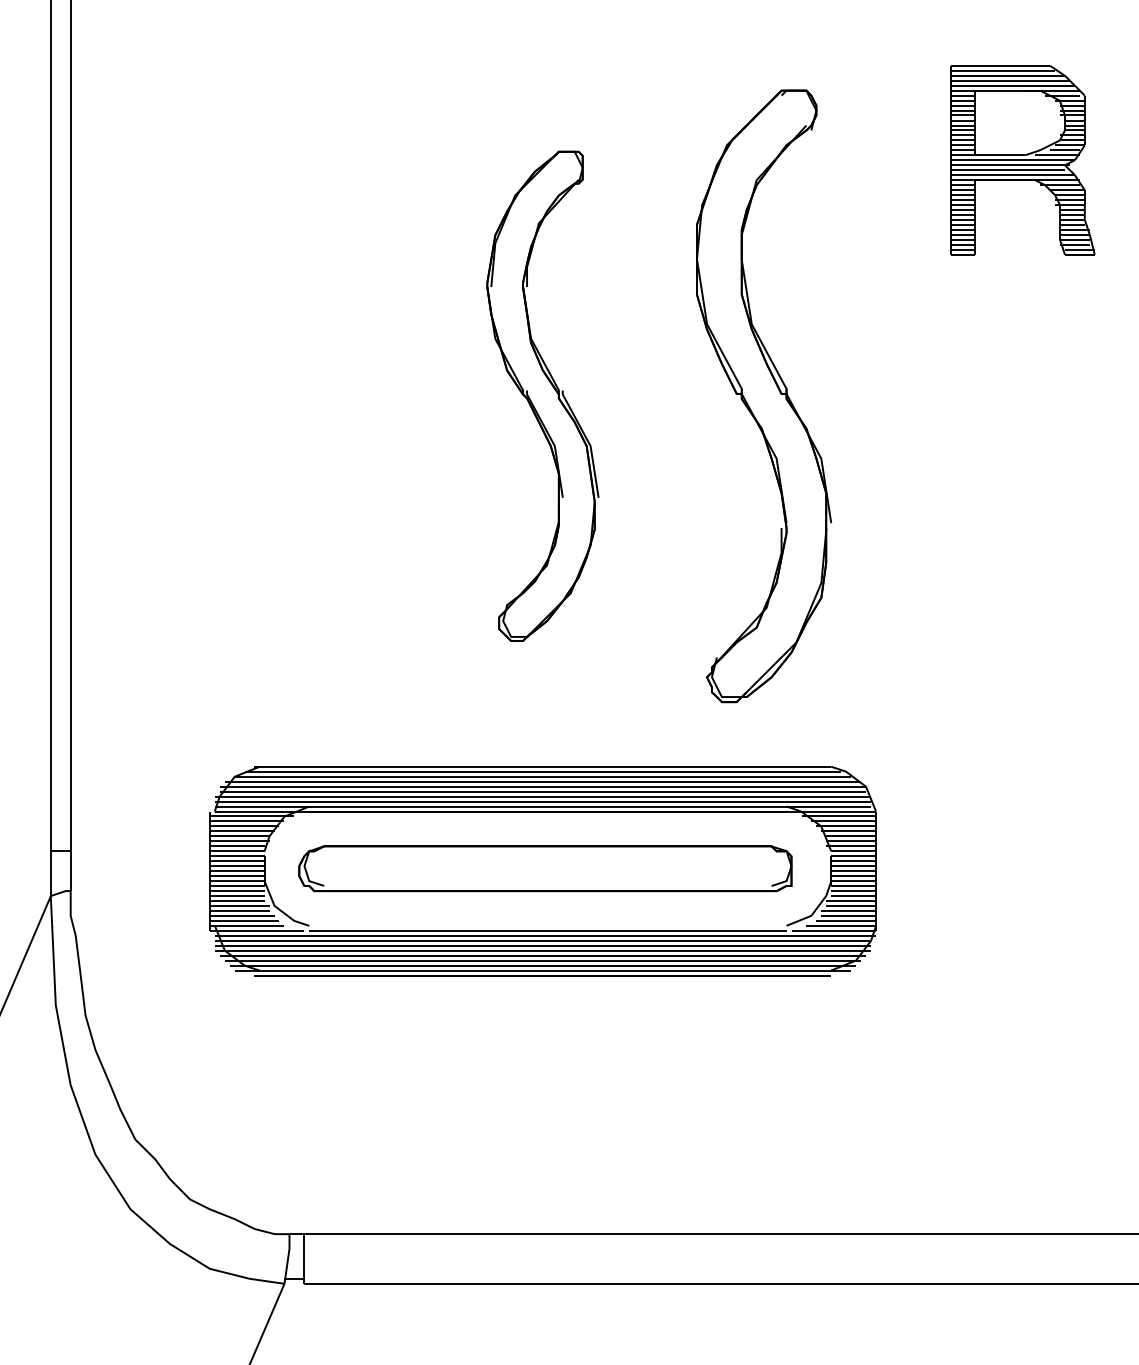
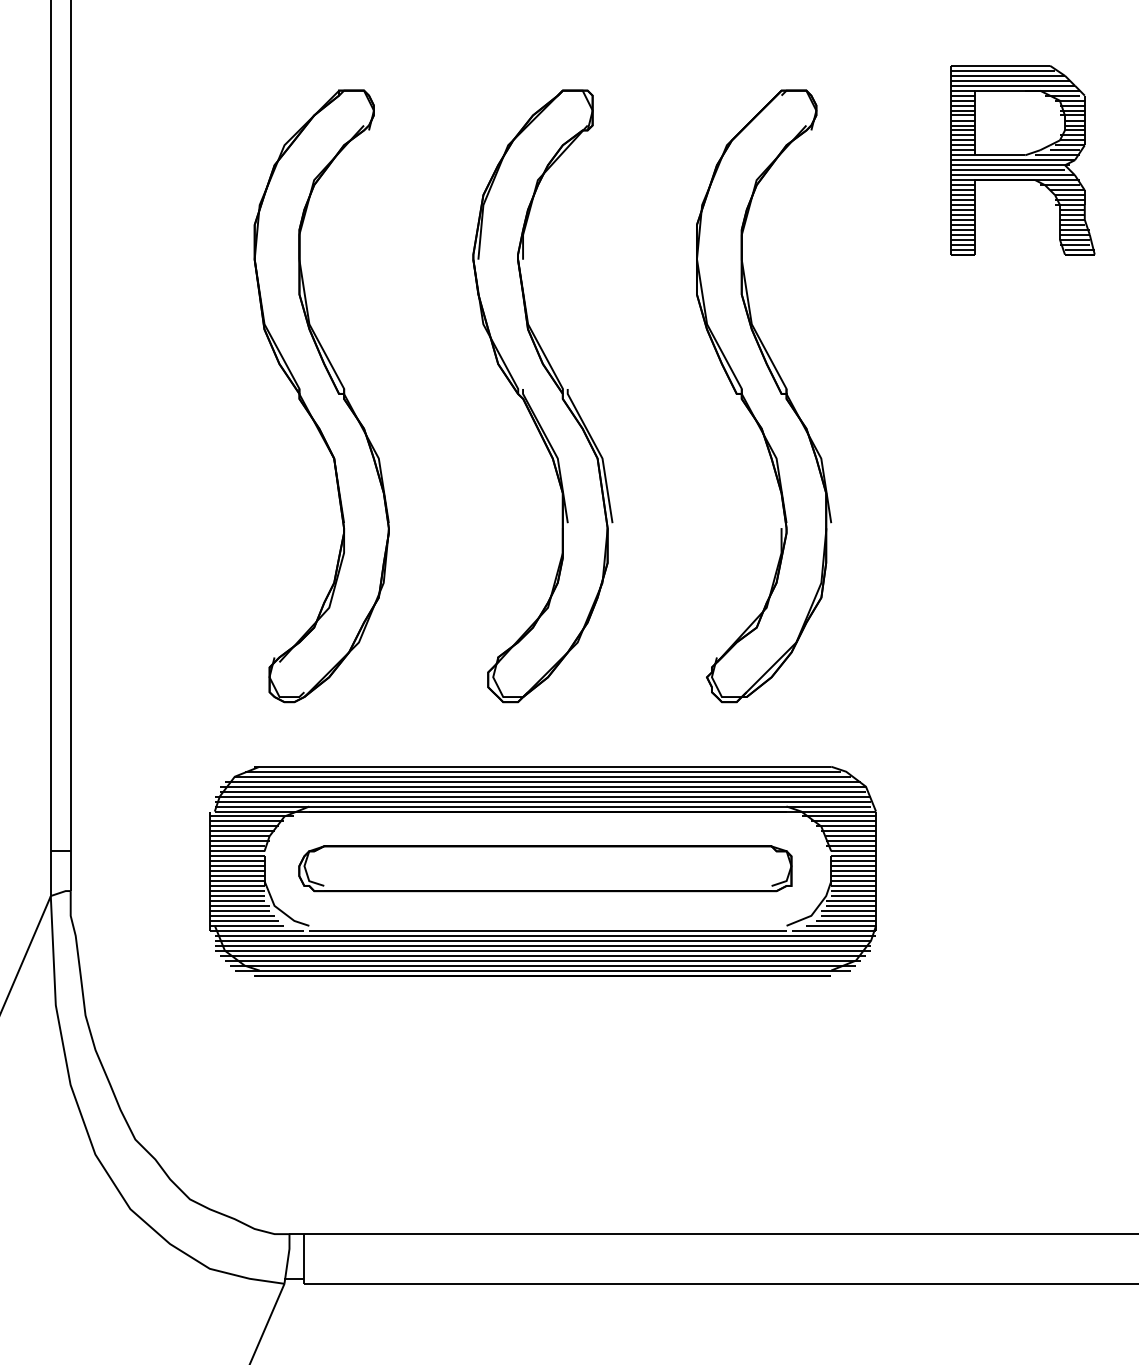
part at (542, 395) size: 114x492 px -> 142x615 px
part at (321, 396): none -> present
